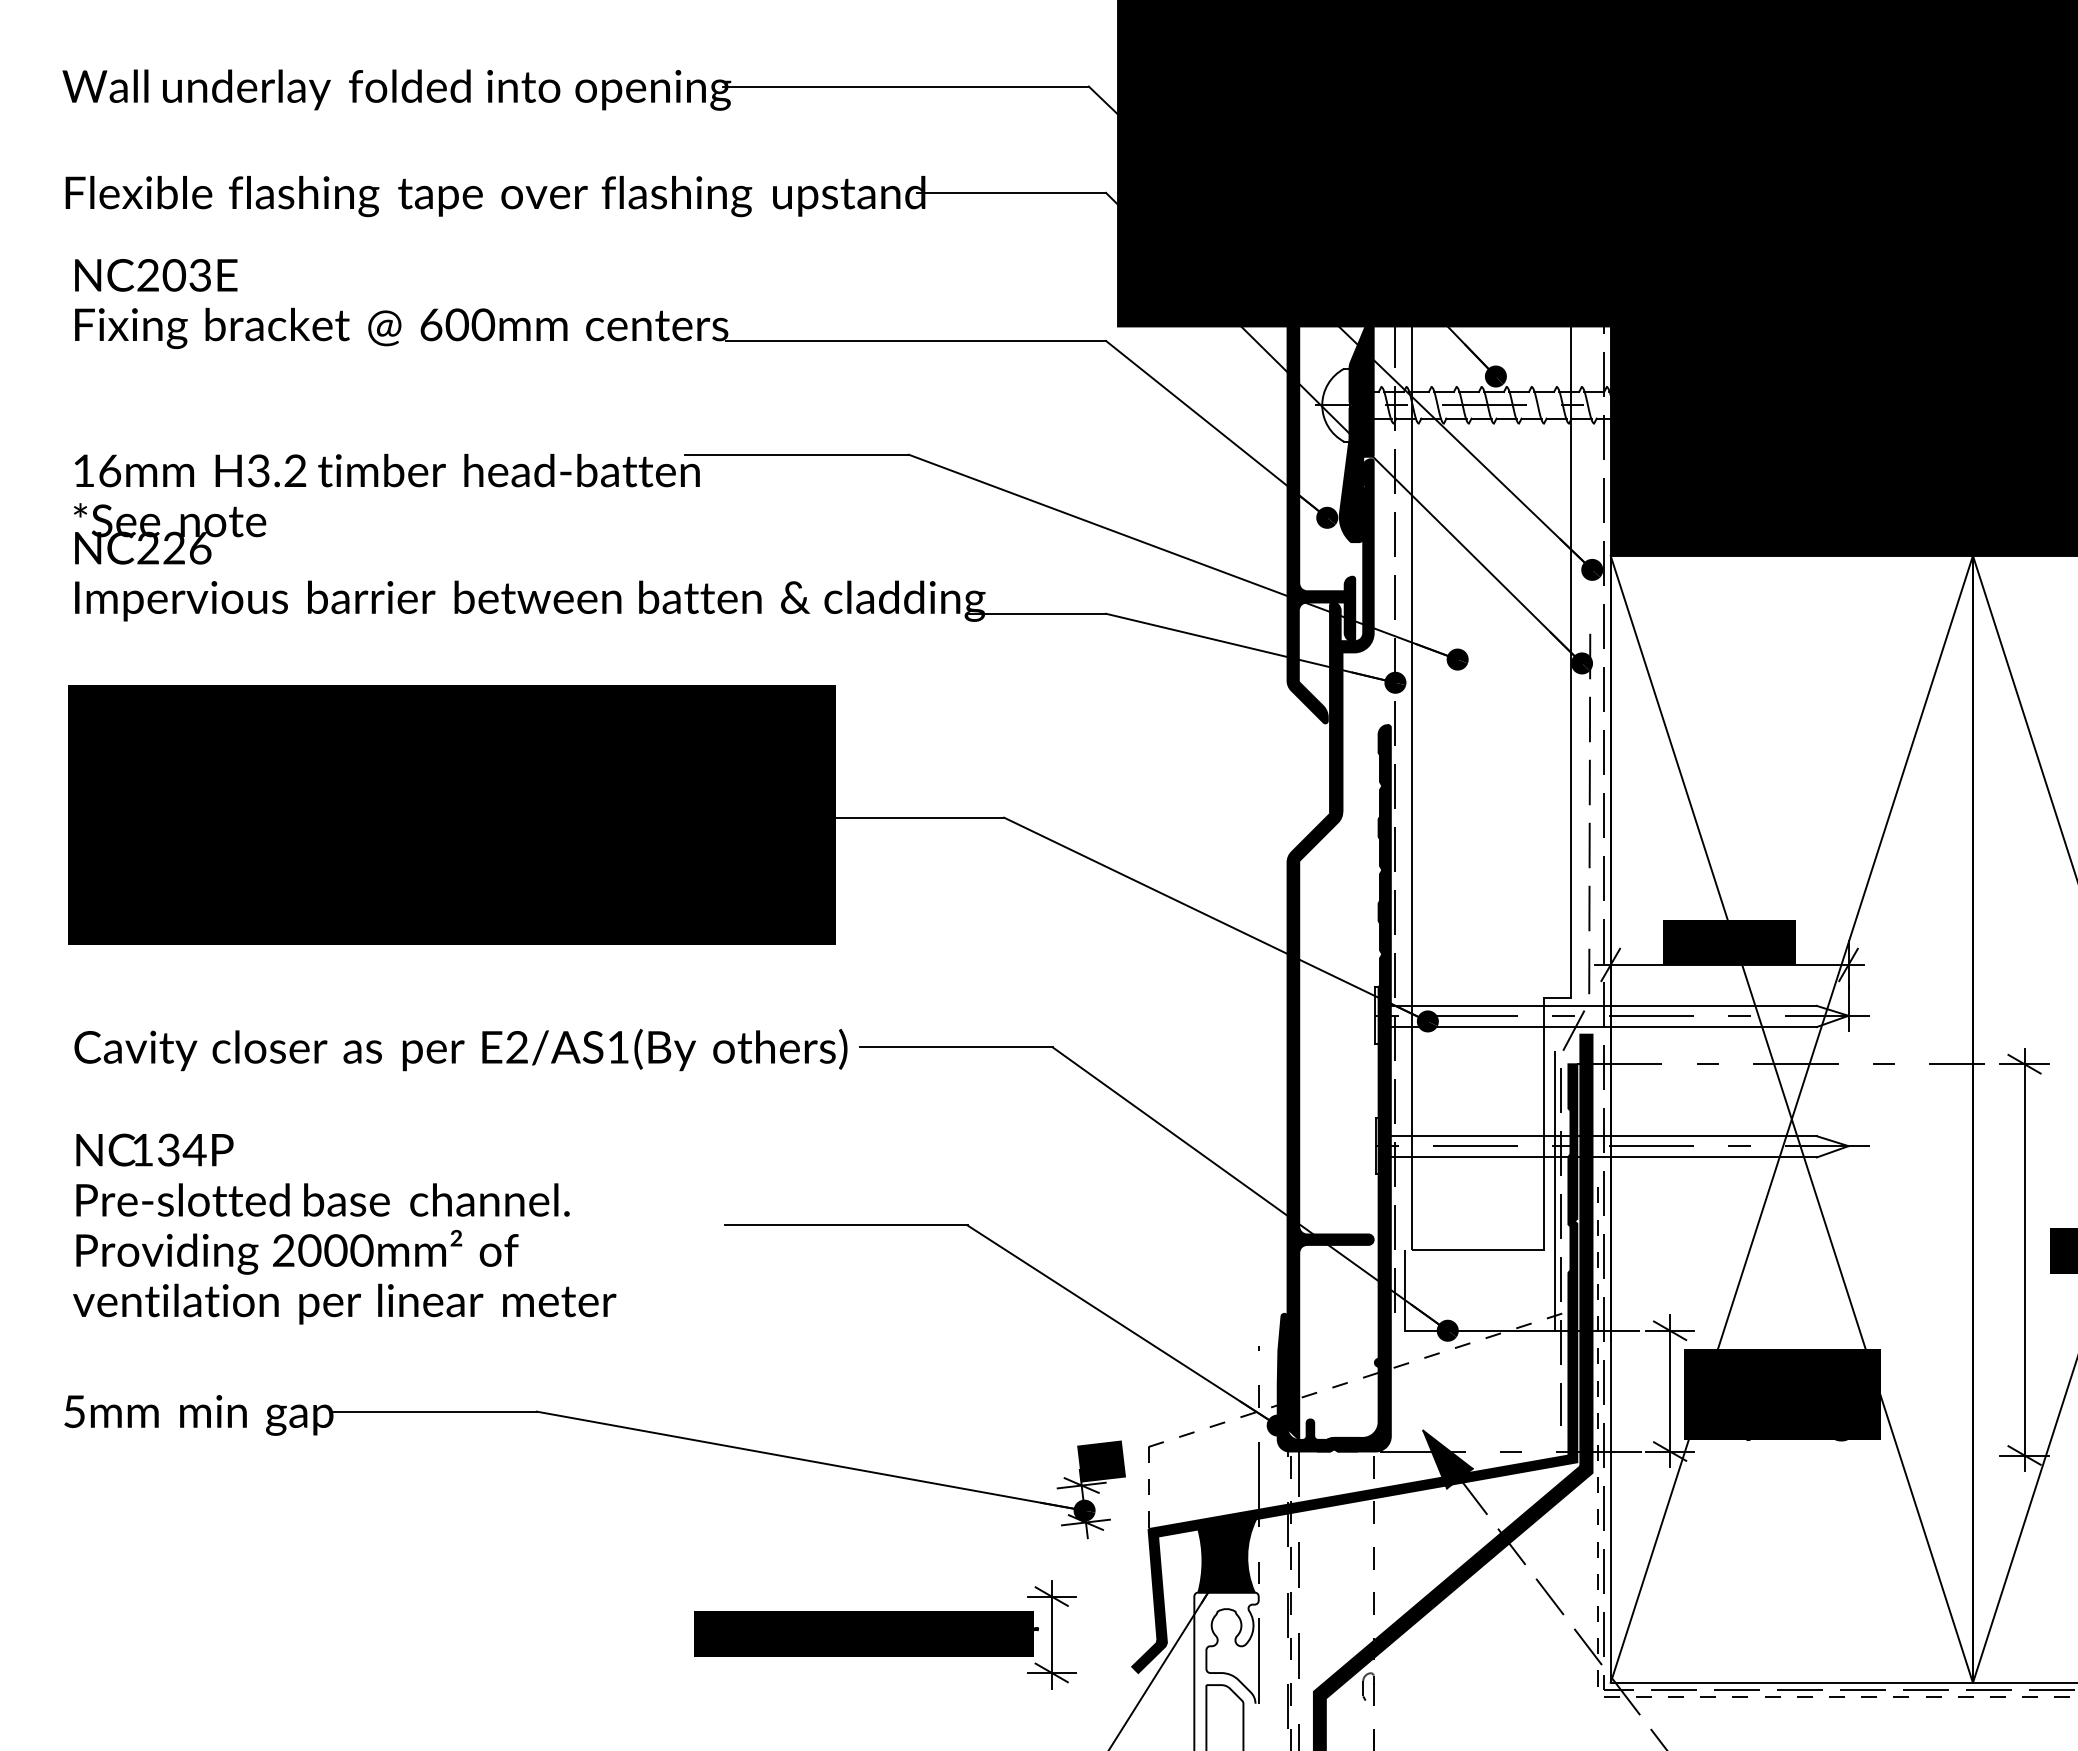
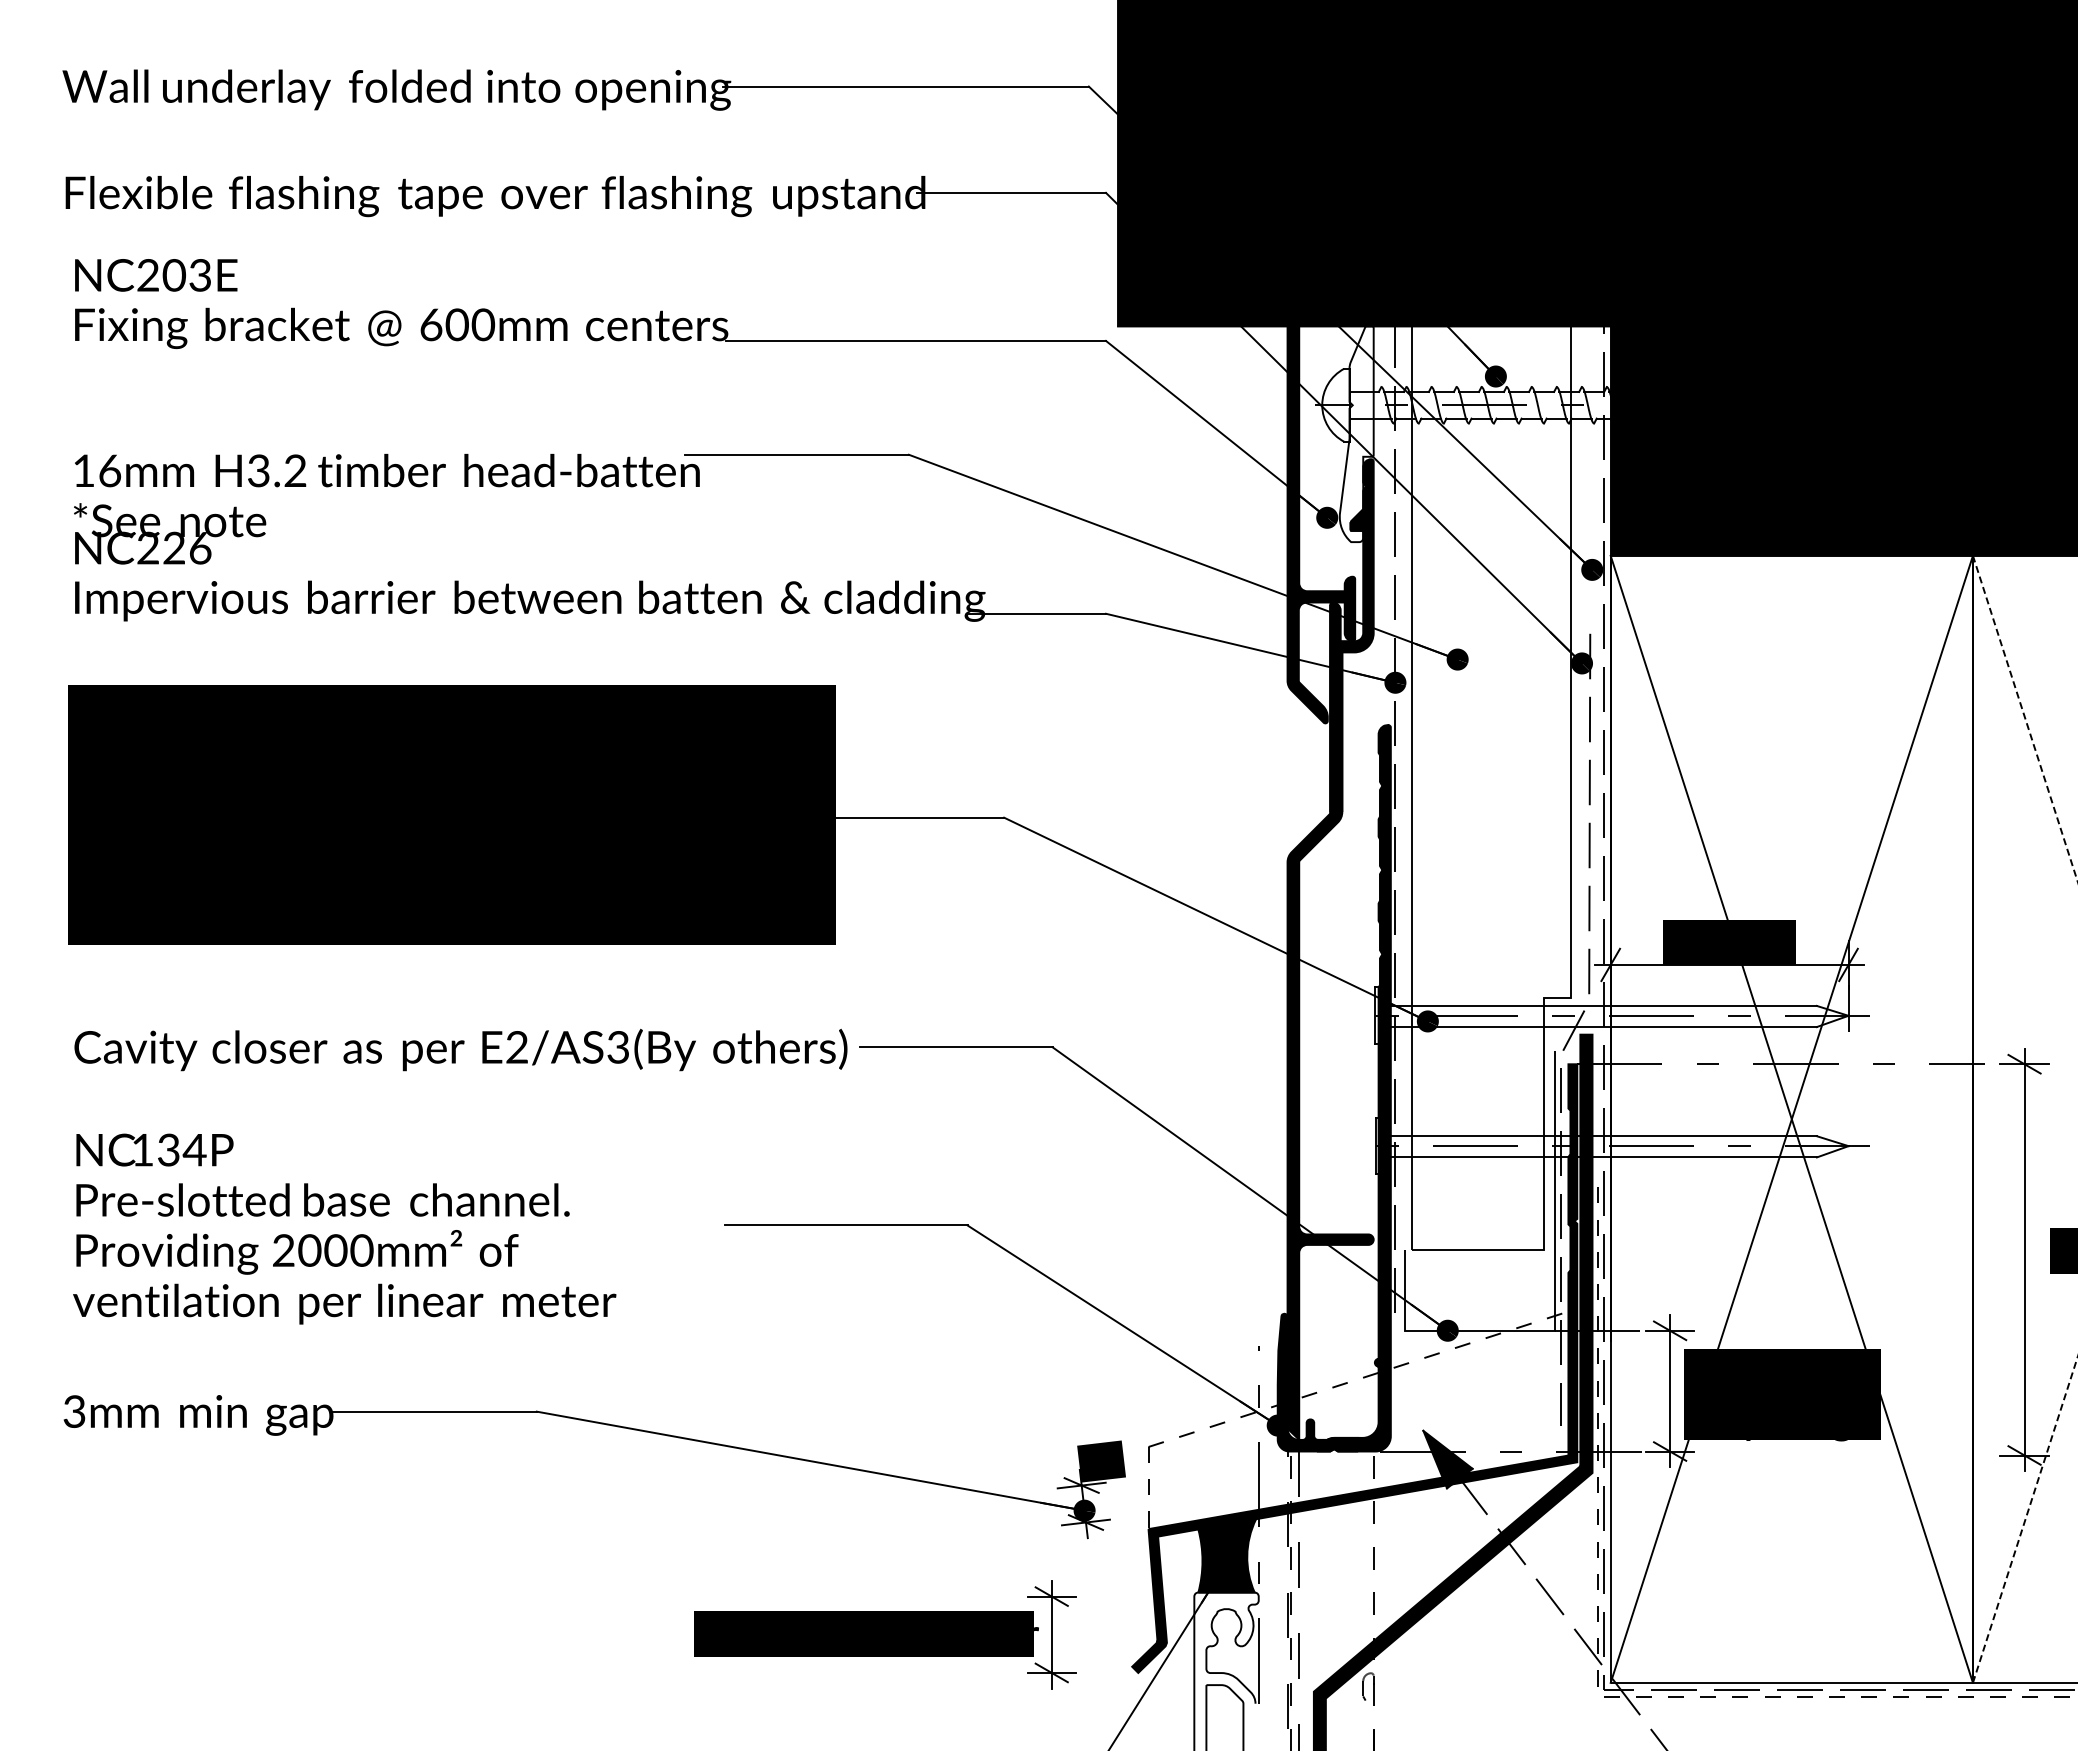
fill at (1356, 434): present -> none
line at (2025, 718): solid -> dashed
text at (617, 1047): E2/AS1 -> E2/AS3
text at (74, 1411): 5mm -> 3mm
line at (2025, 1519): solid -> dashed
